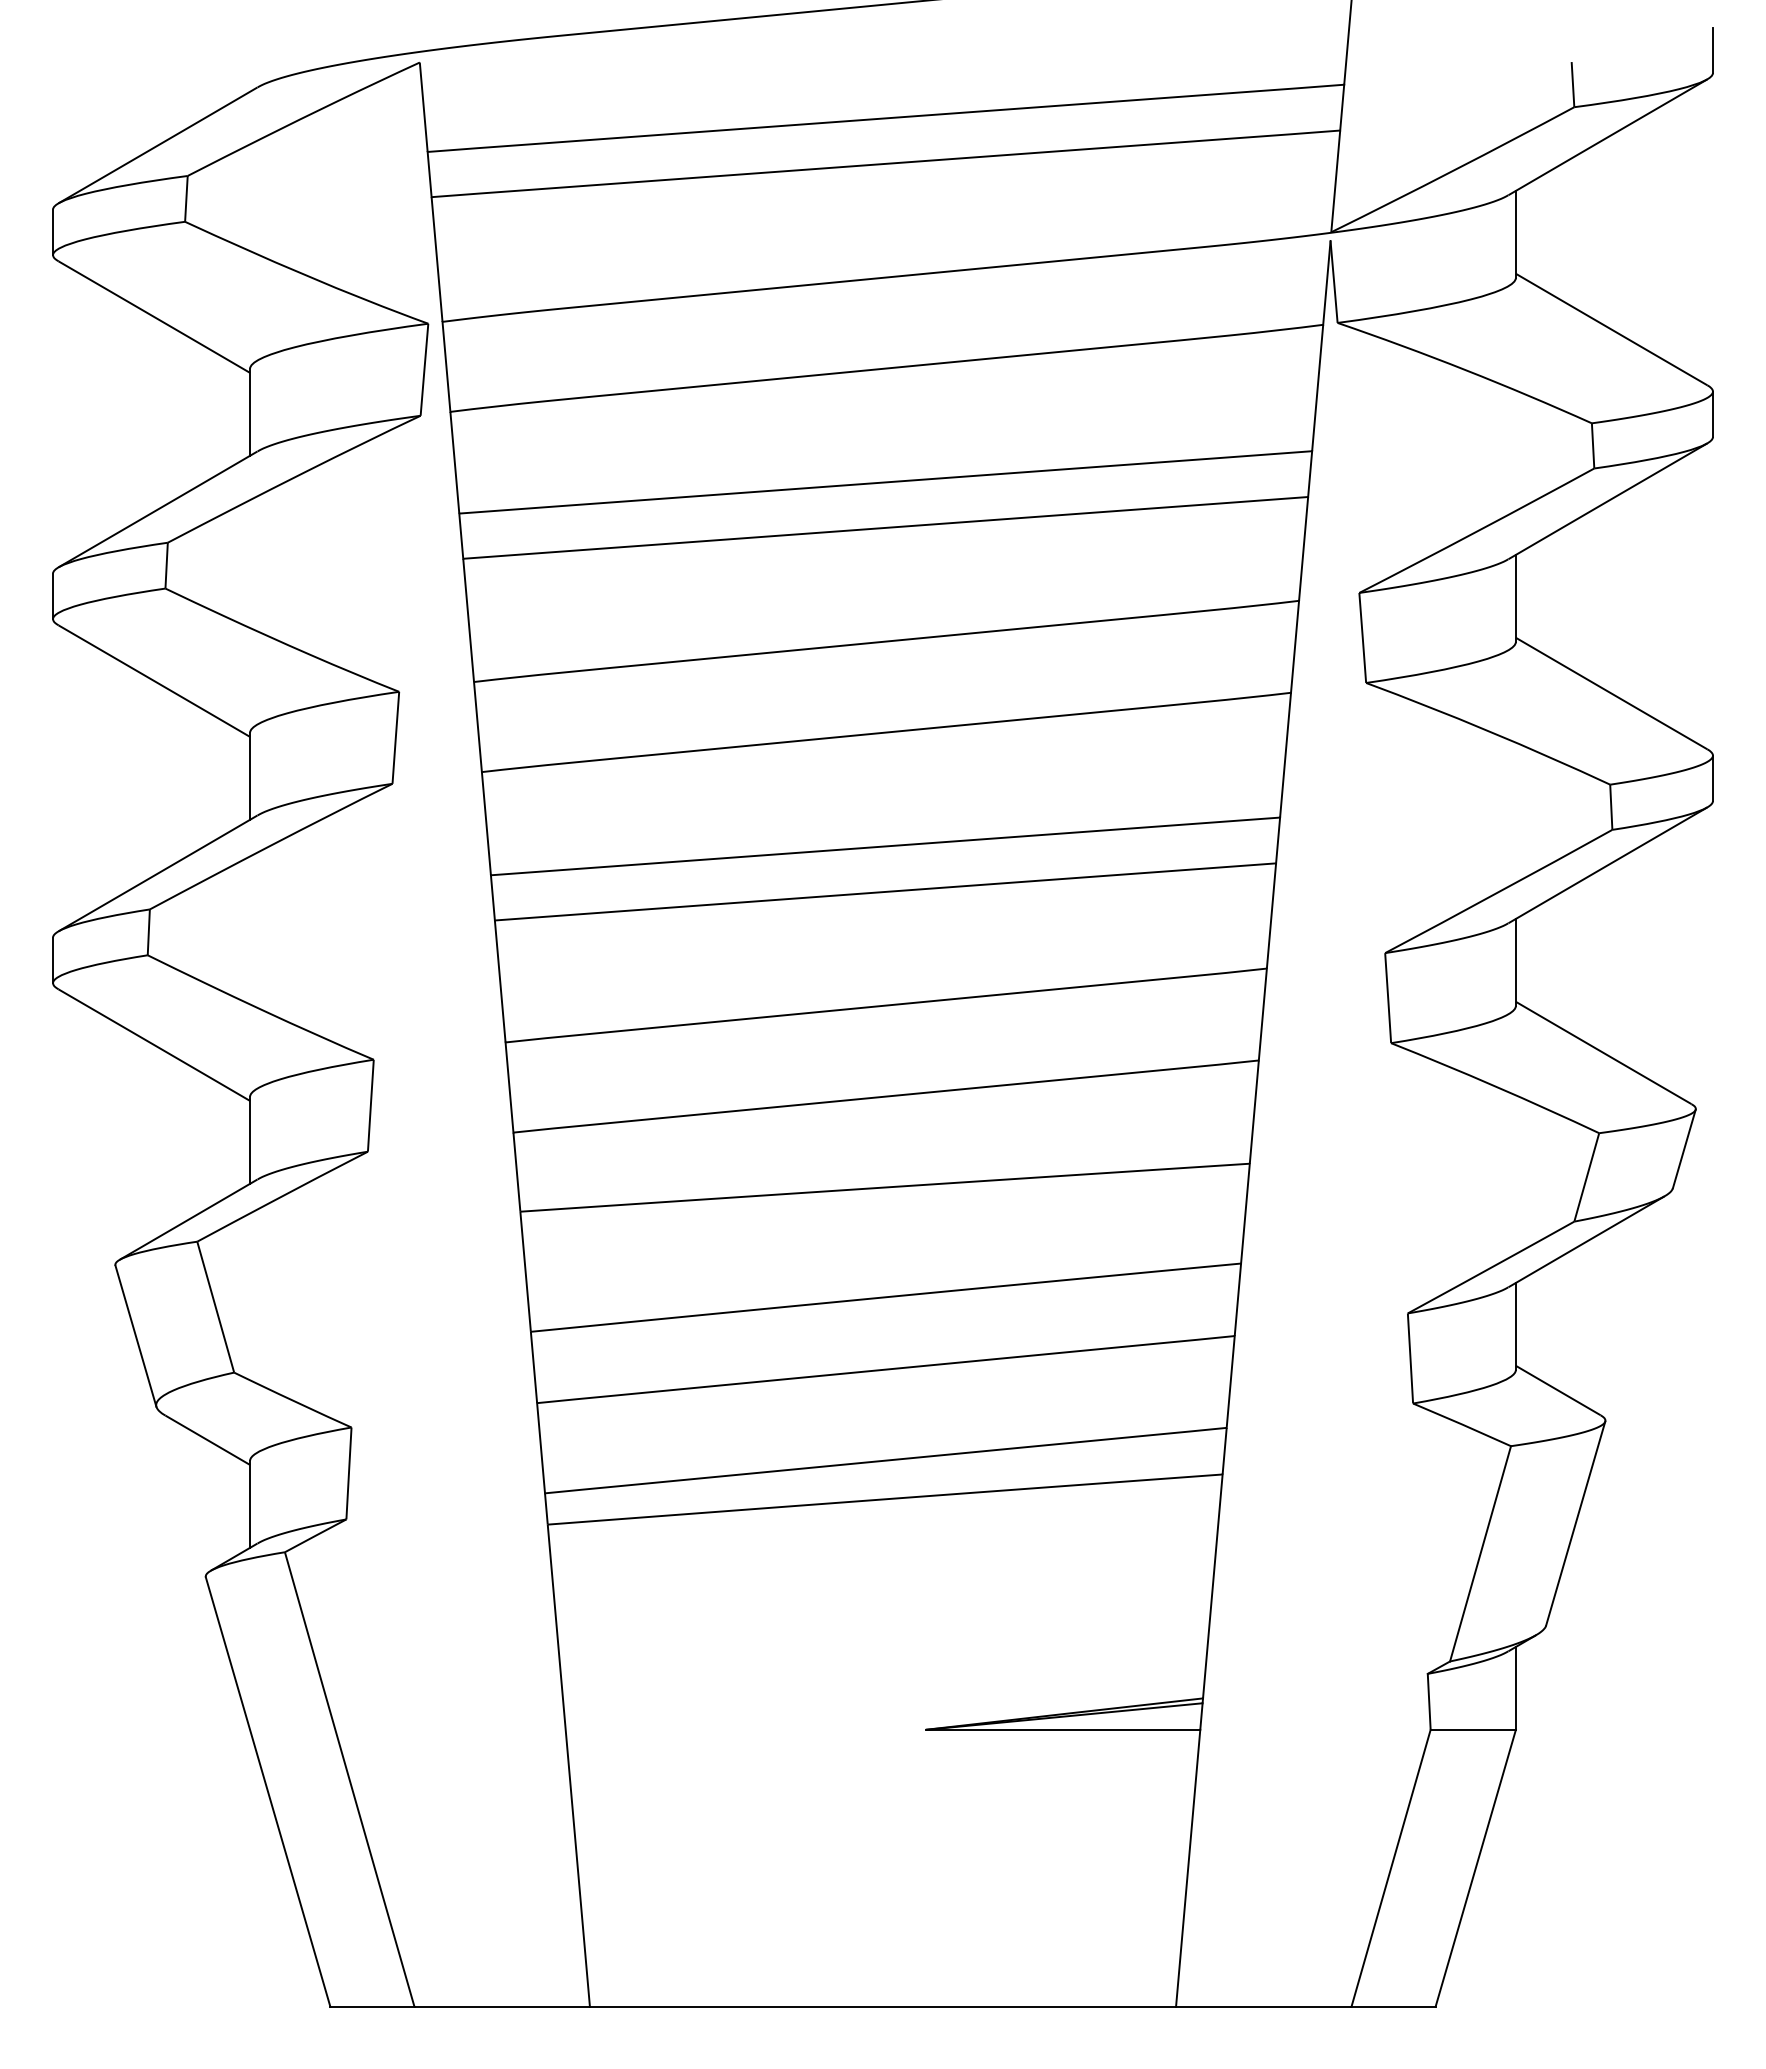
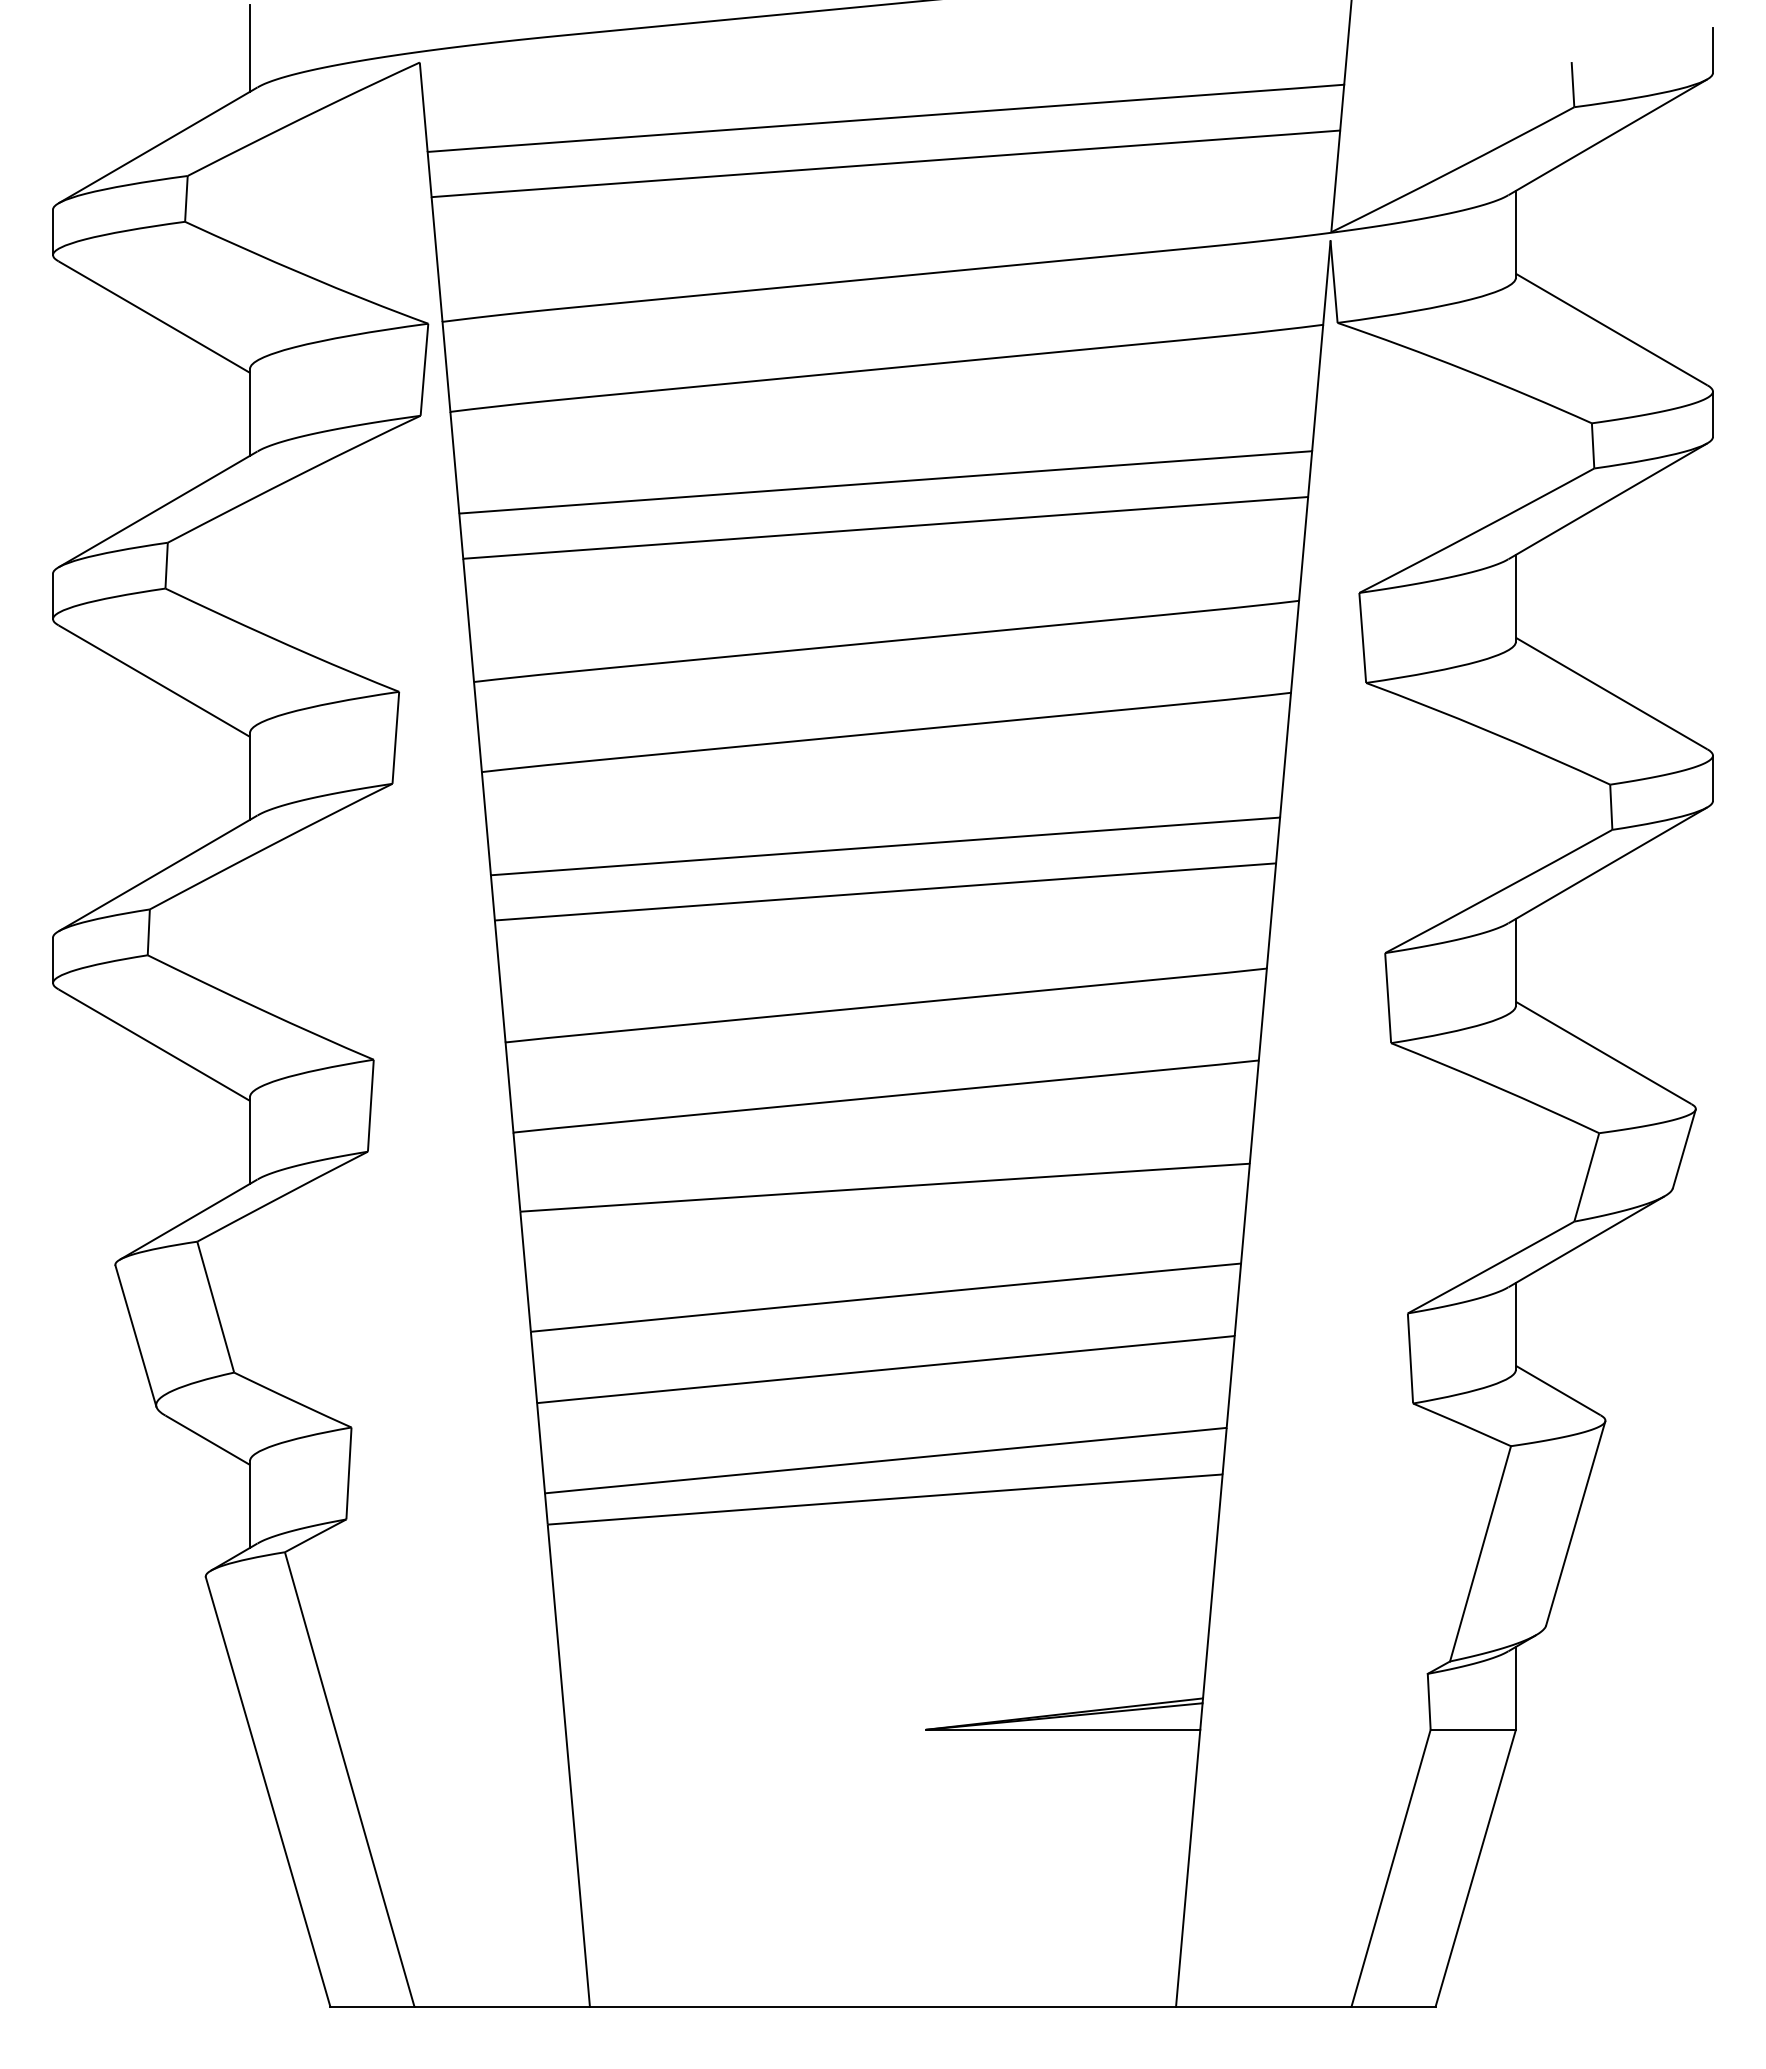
line at (250, 47): none -> present
